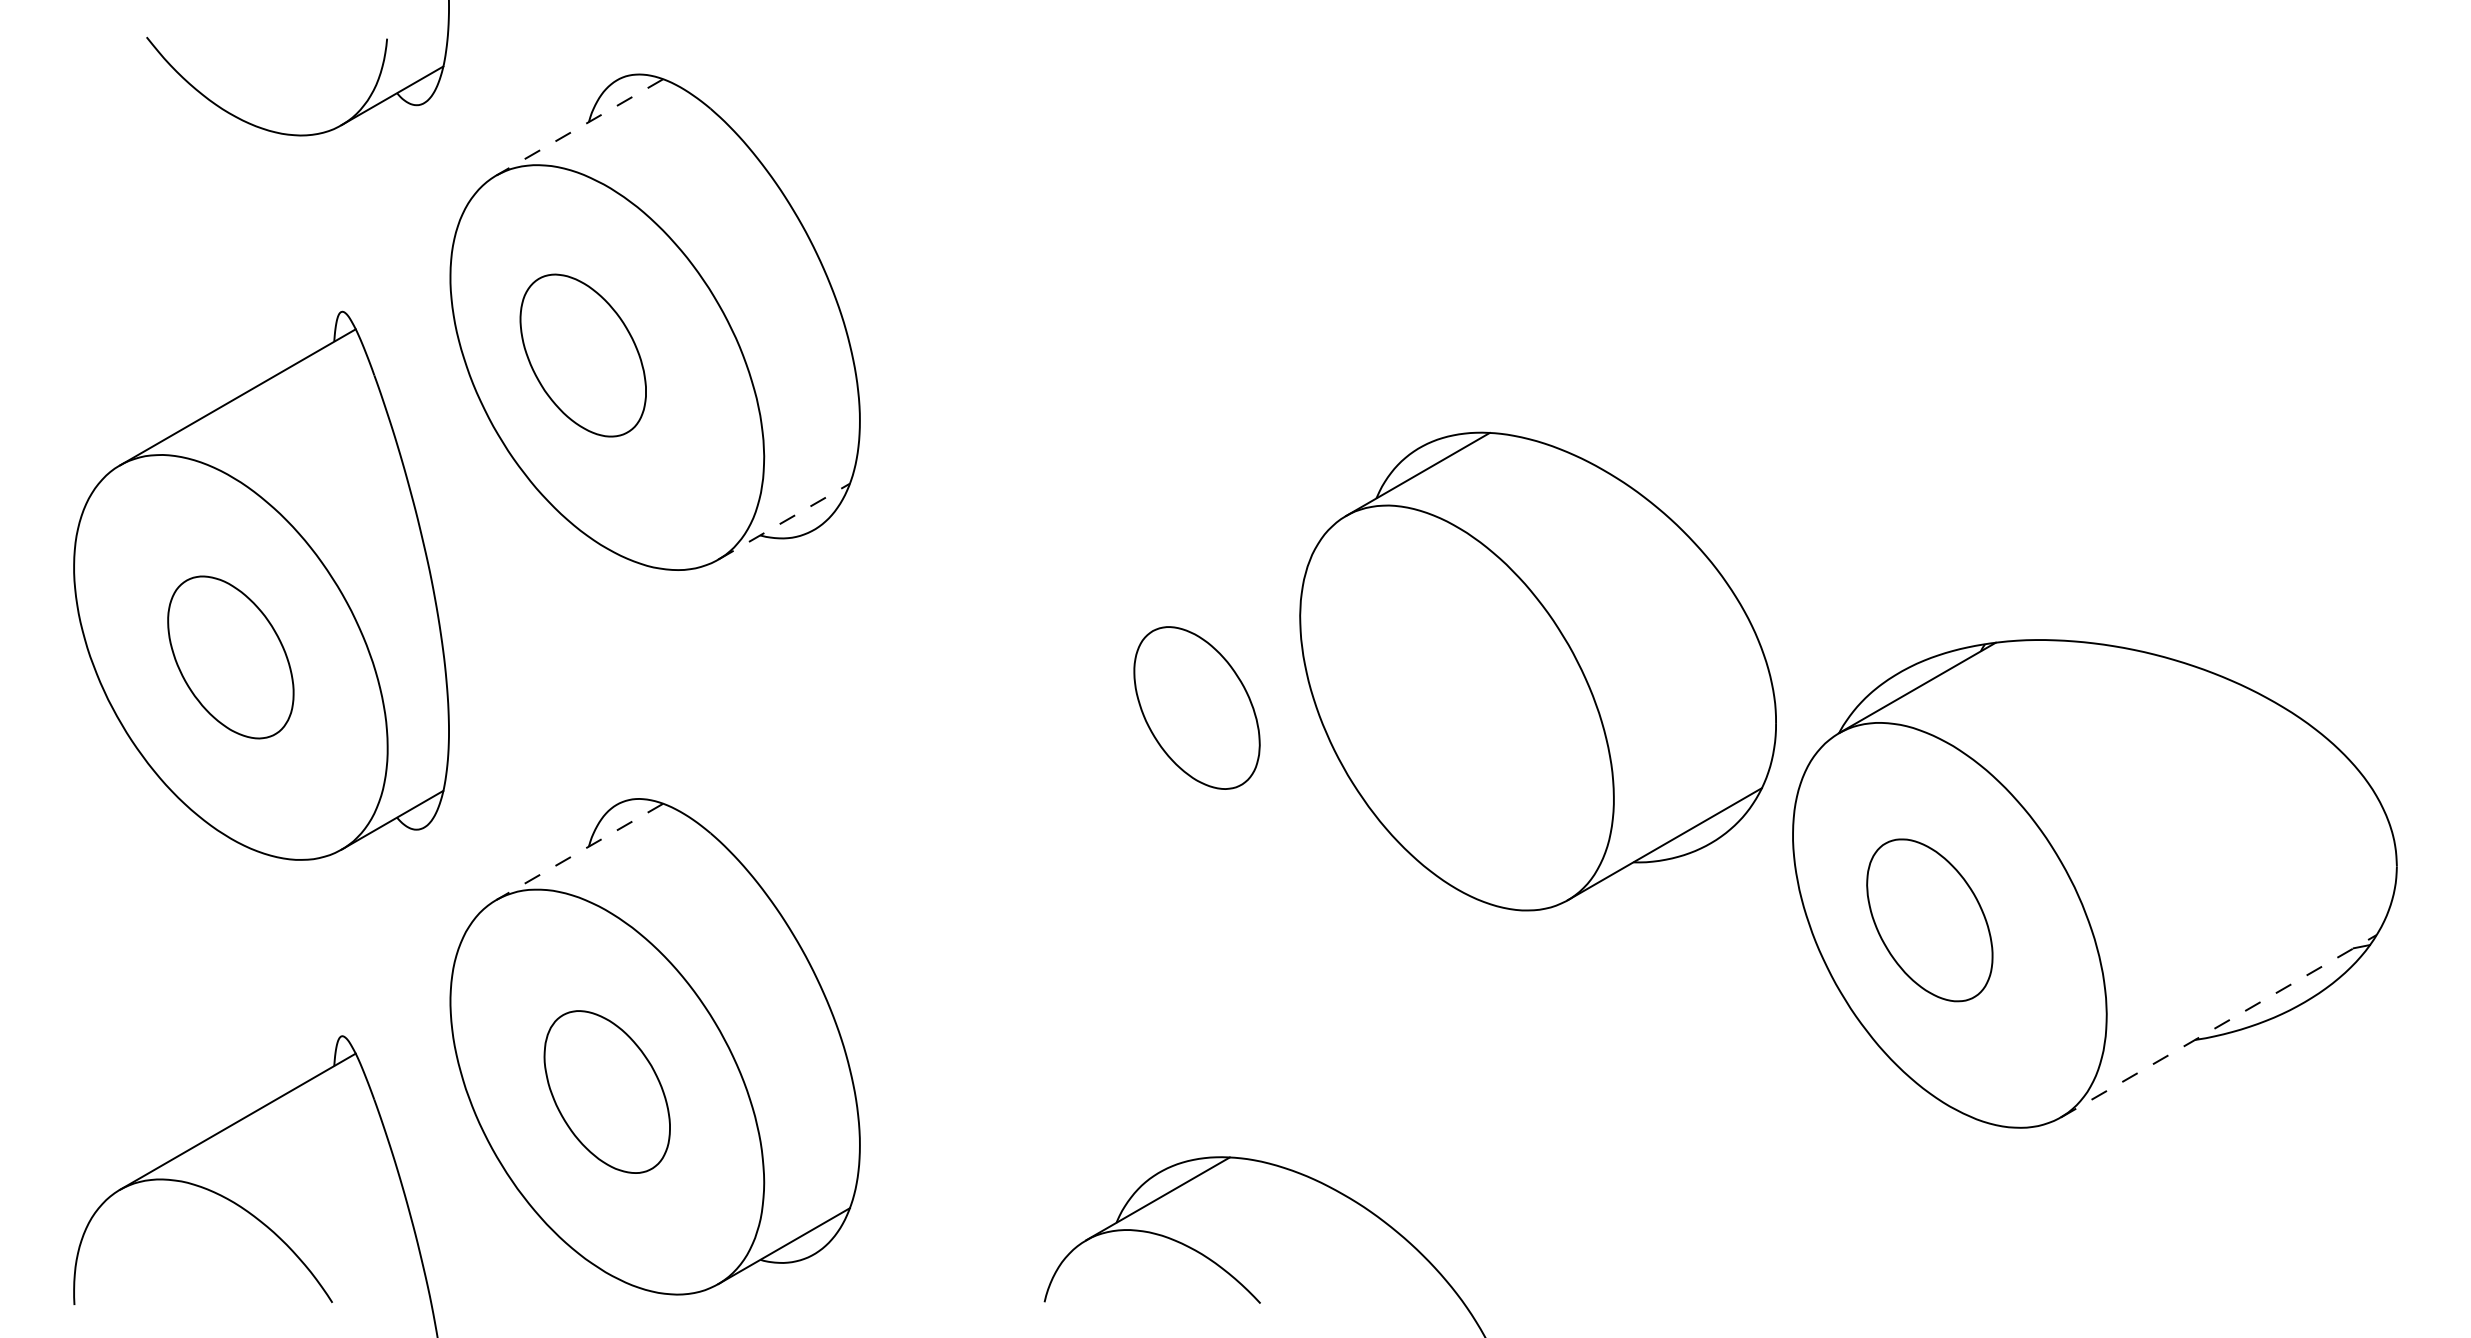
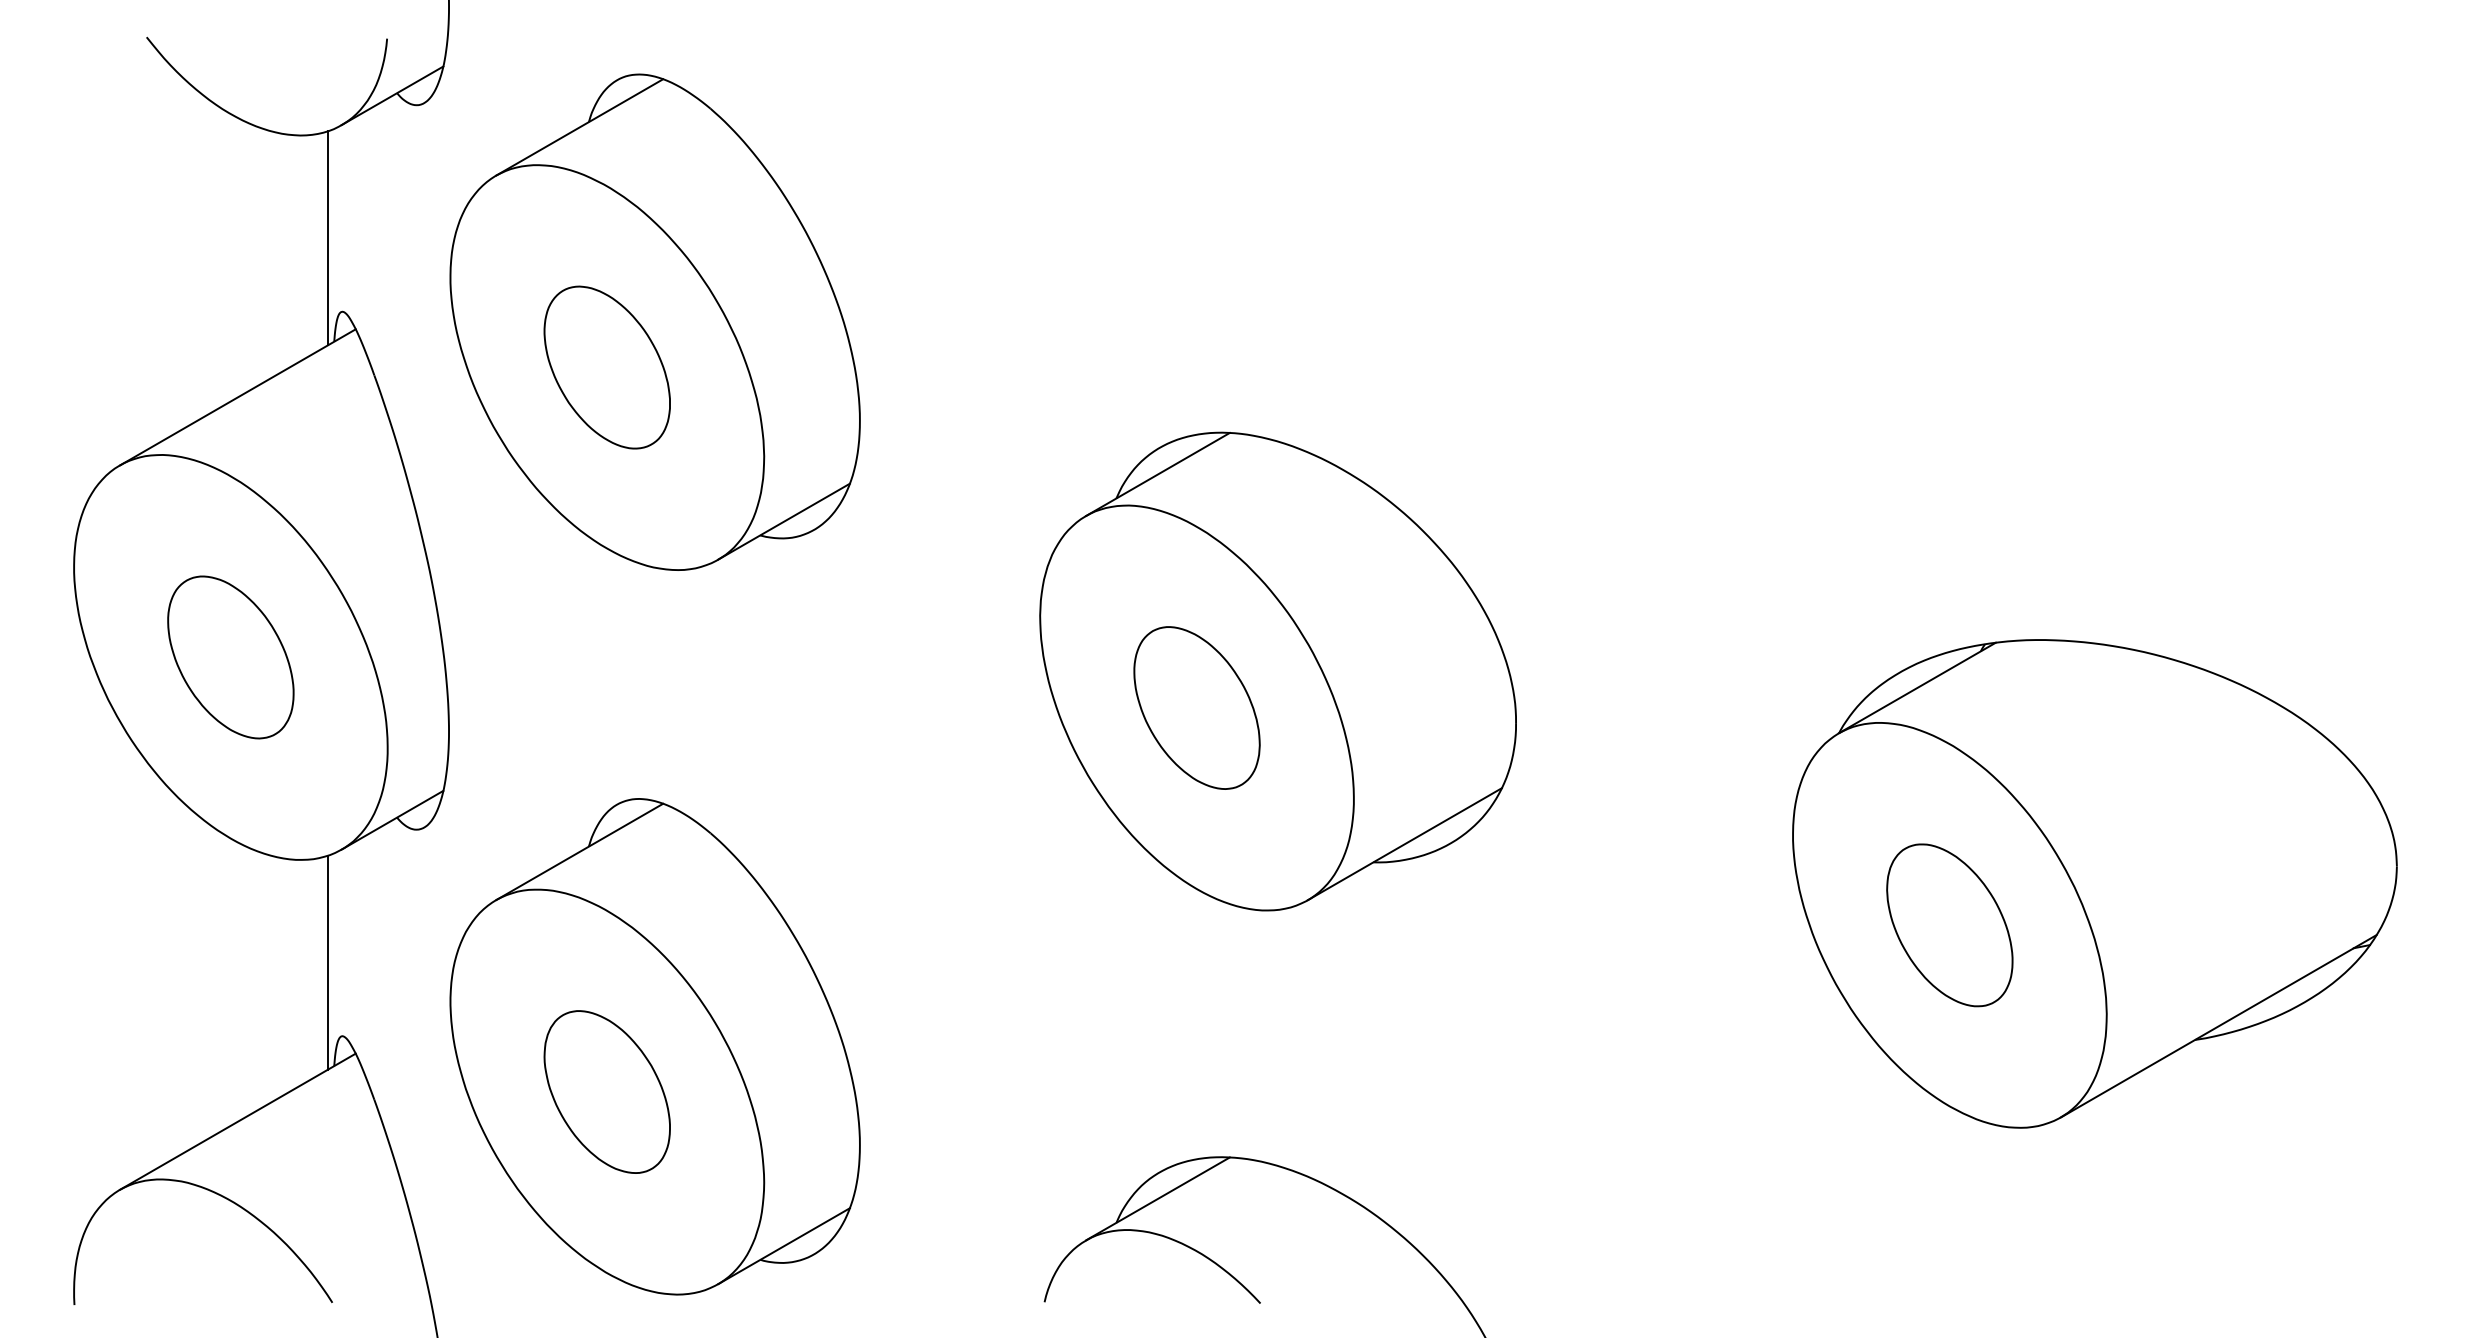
line at (579, 127): dashed -> solid
line at (327, 238): none -> present
part at (582, 355) position: (582, 355) -> (606, 367)
line at (784, 521): dashed -> solid
part at (1537, 671) position: (1537, 671) -> (1277, 671)
line at (579, 852): dashed -> solid
part at (1929, 920) position: (1929, 920) -> (1949, 925)
line at (327, 962): none -> present
line at (2219, 1026): dashed -> solid
